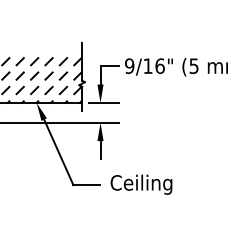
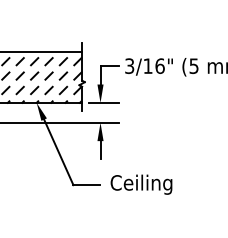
line at (42, 51): none -> present
text at (129, 65): 9/16" -> 3/16"
